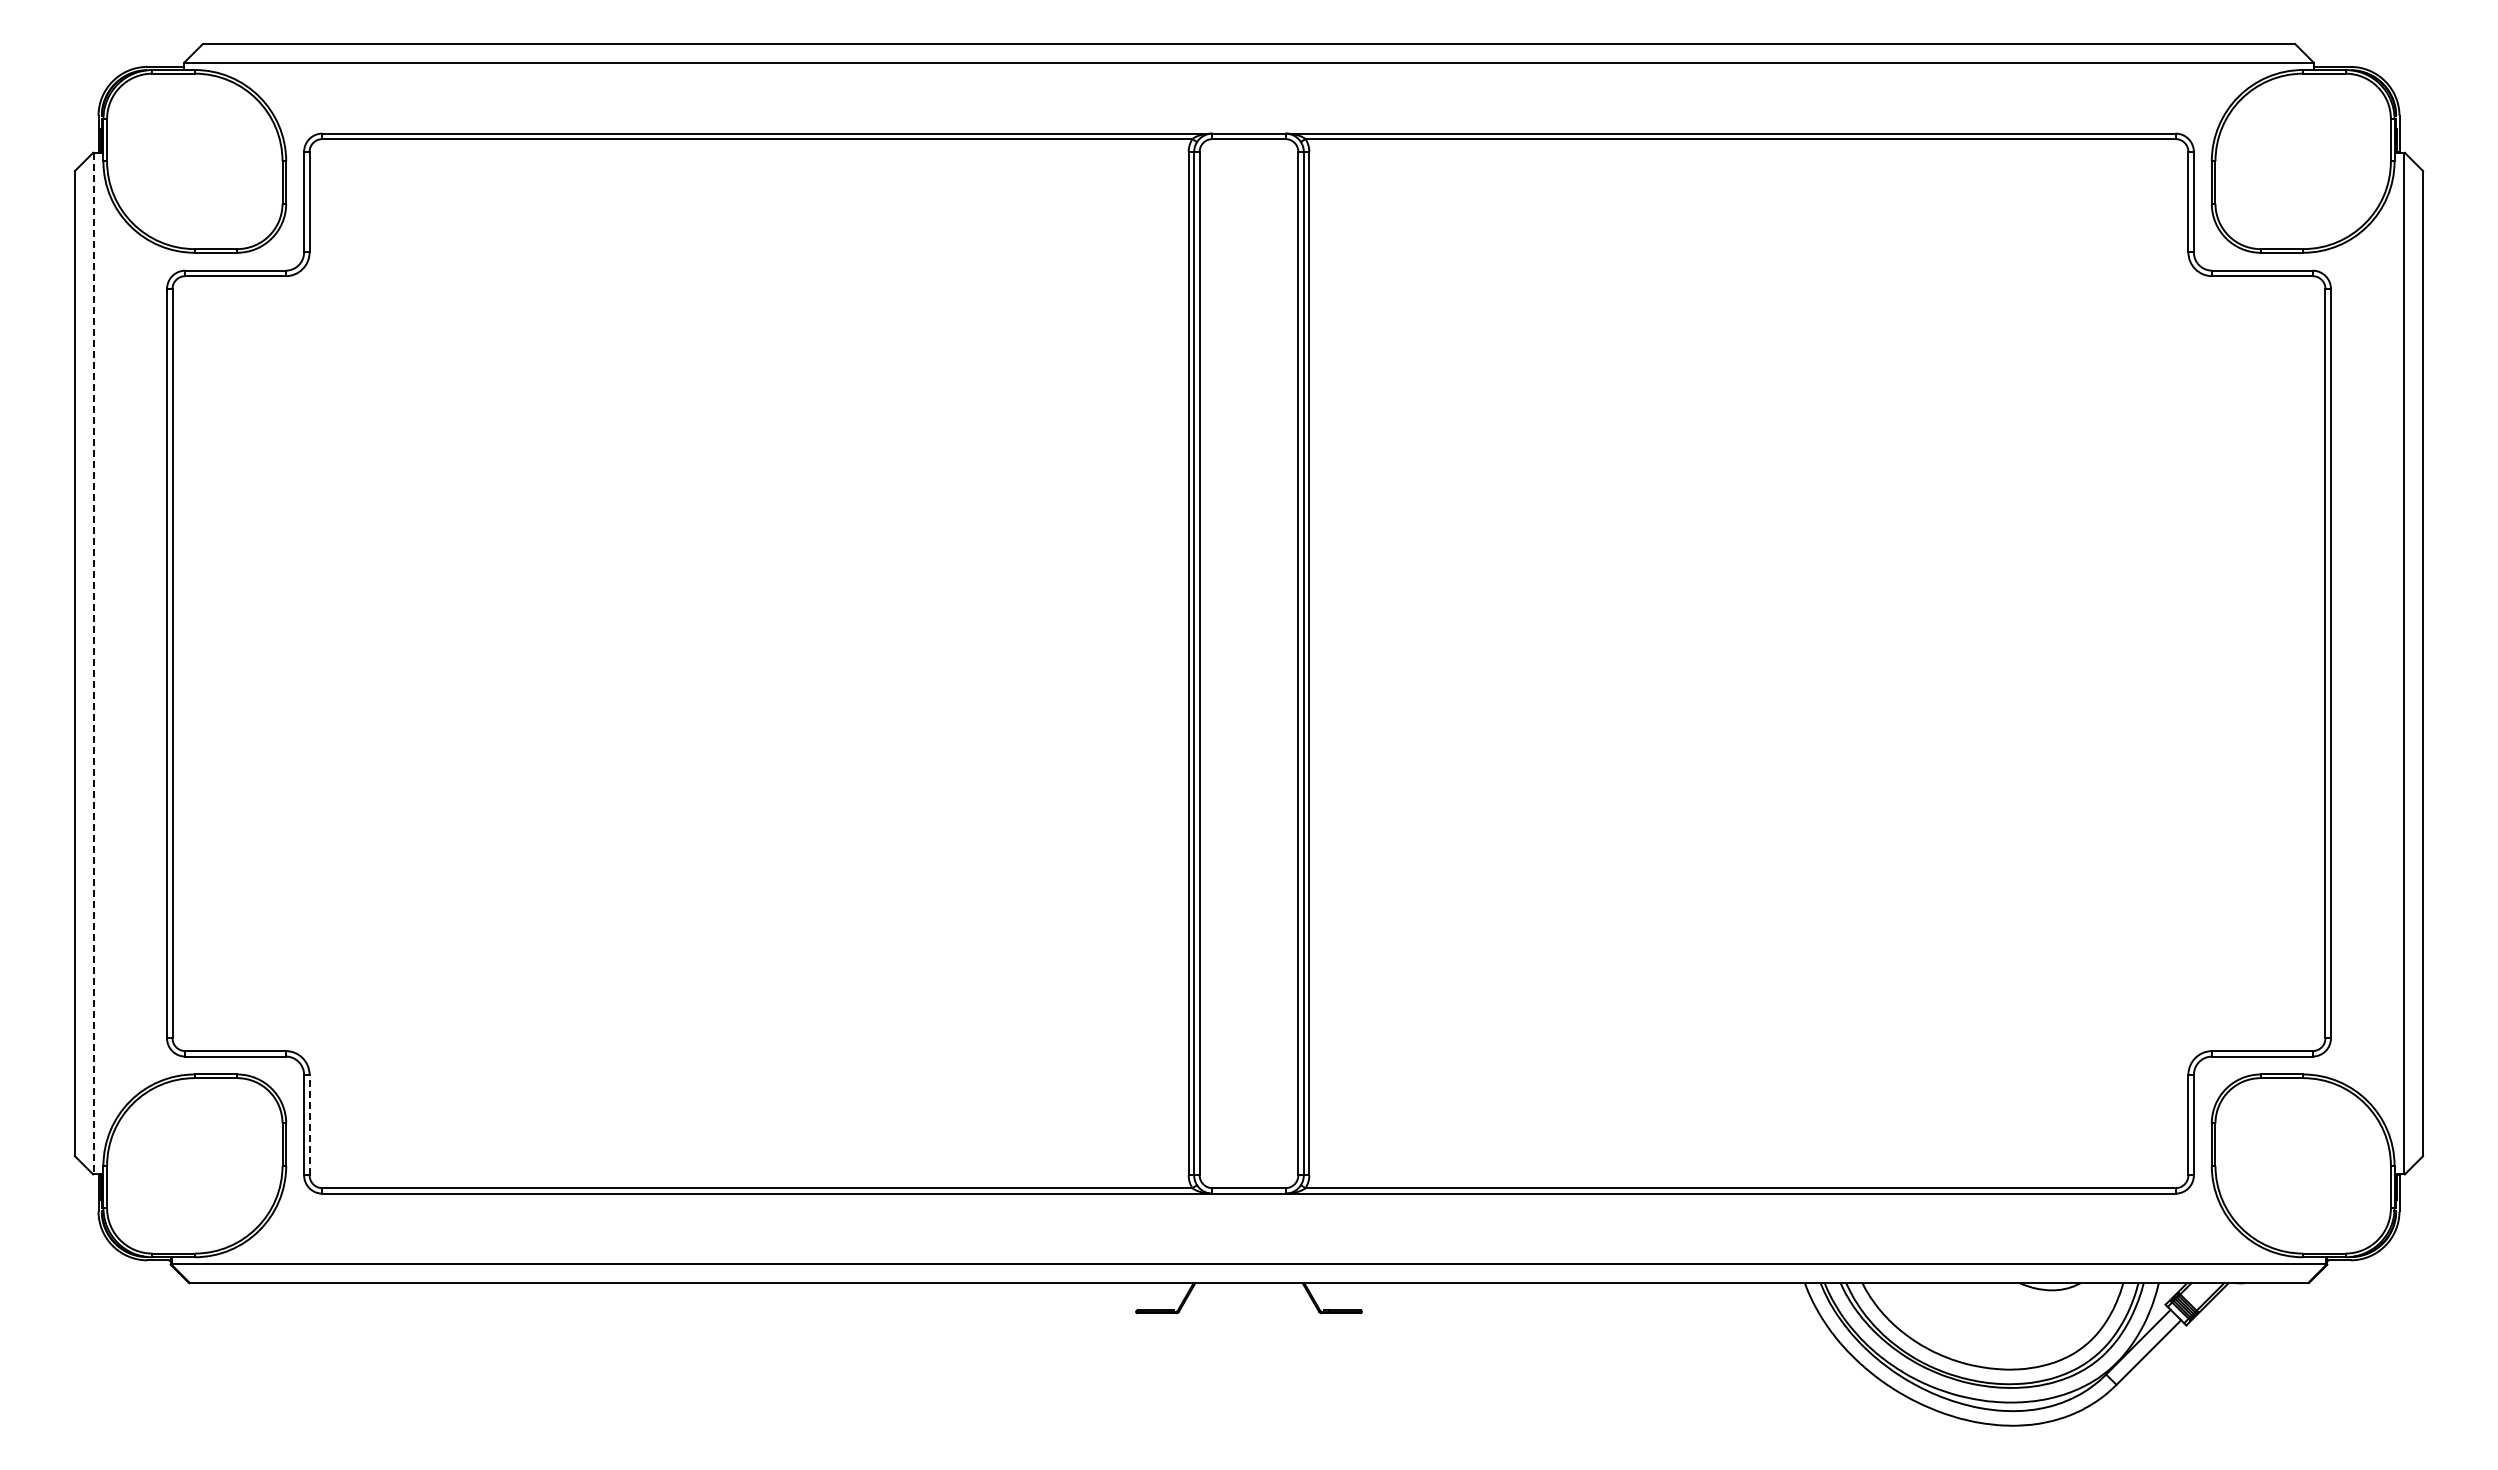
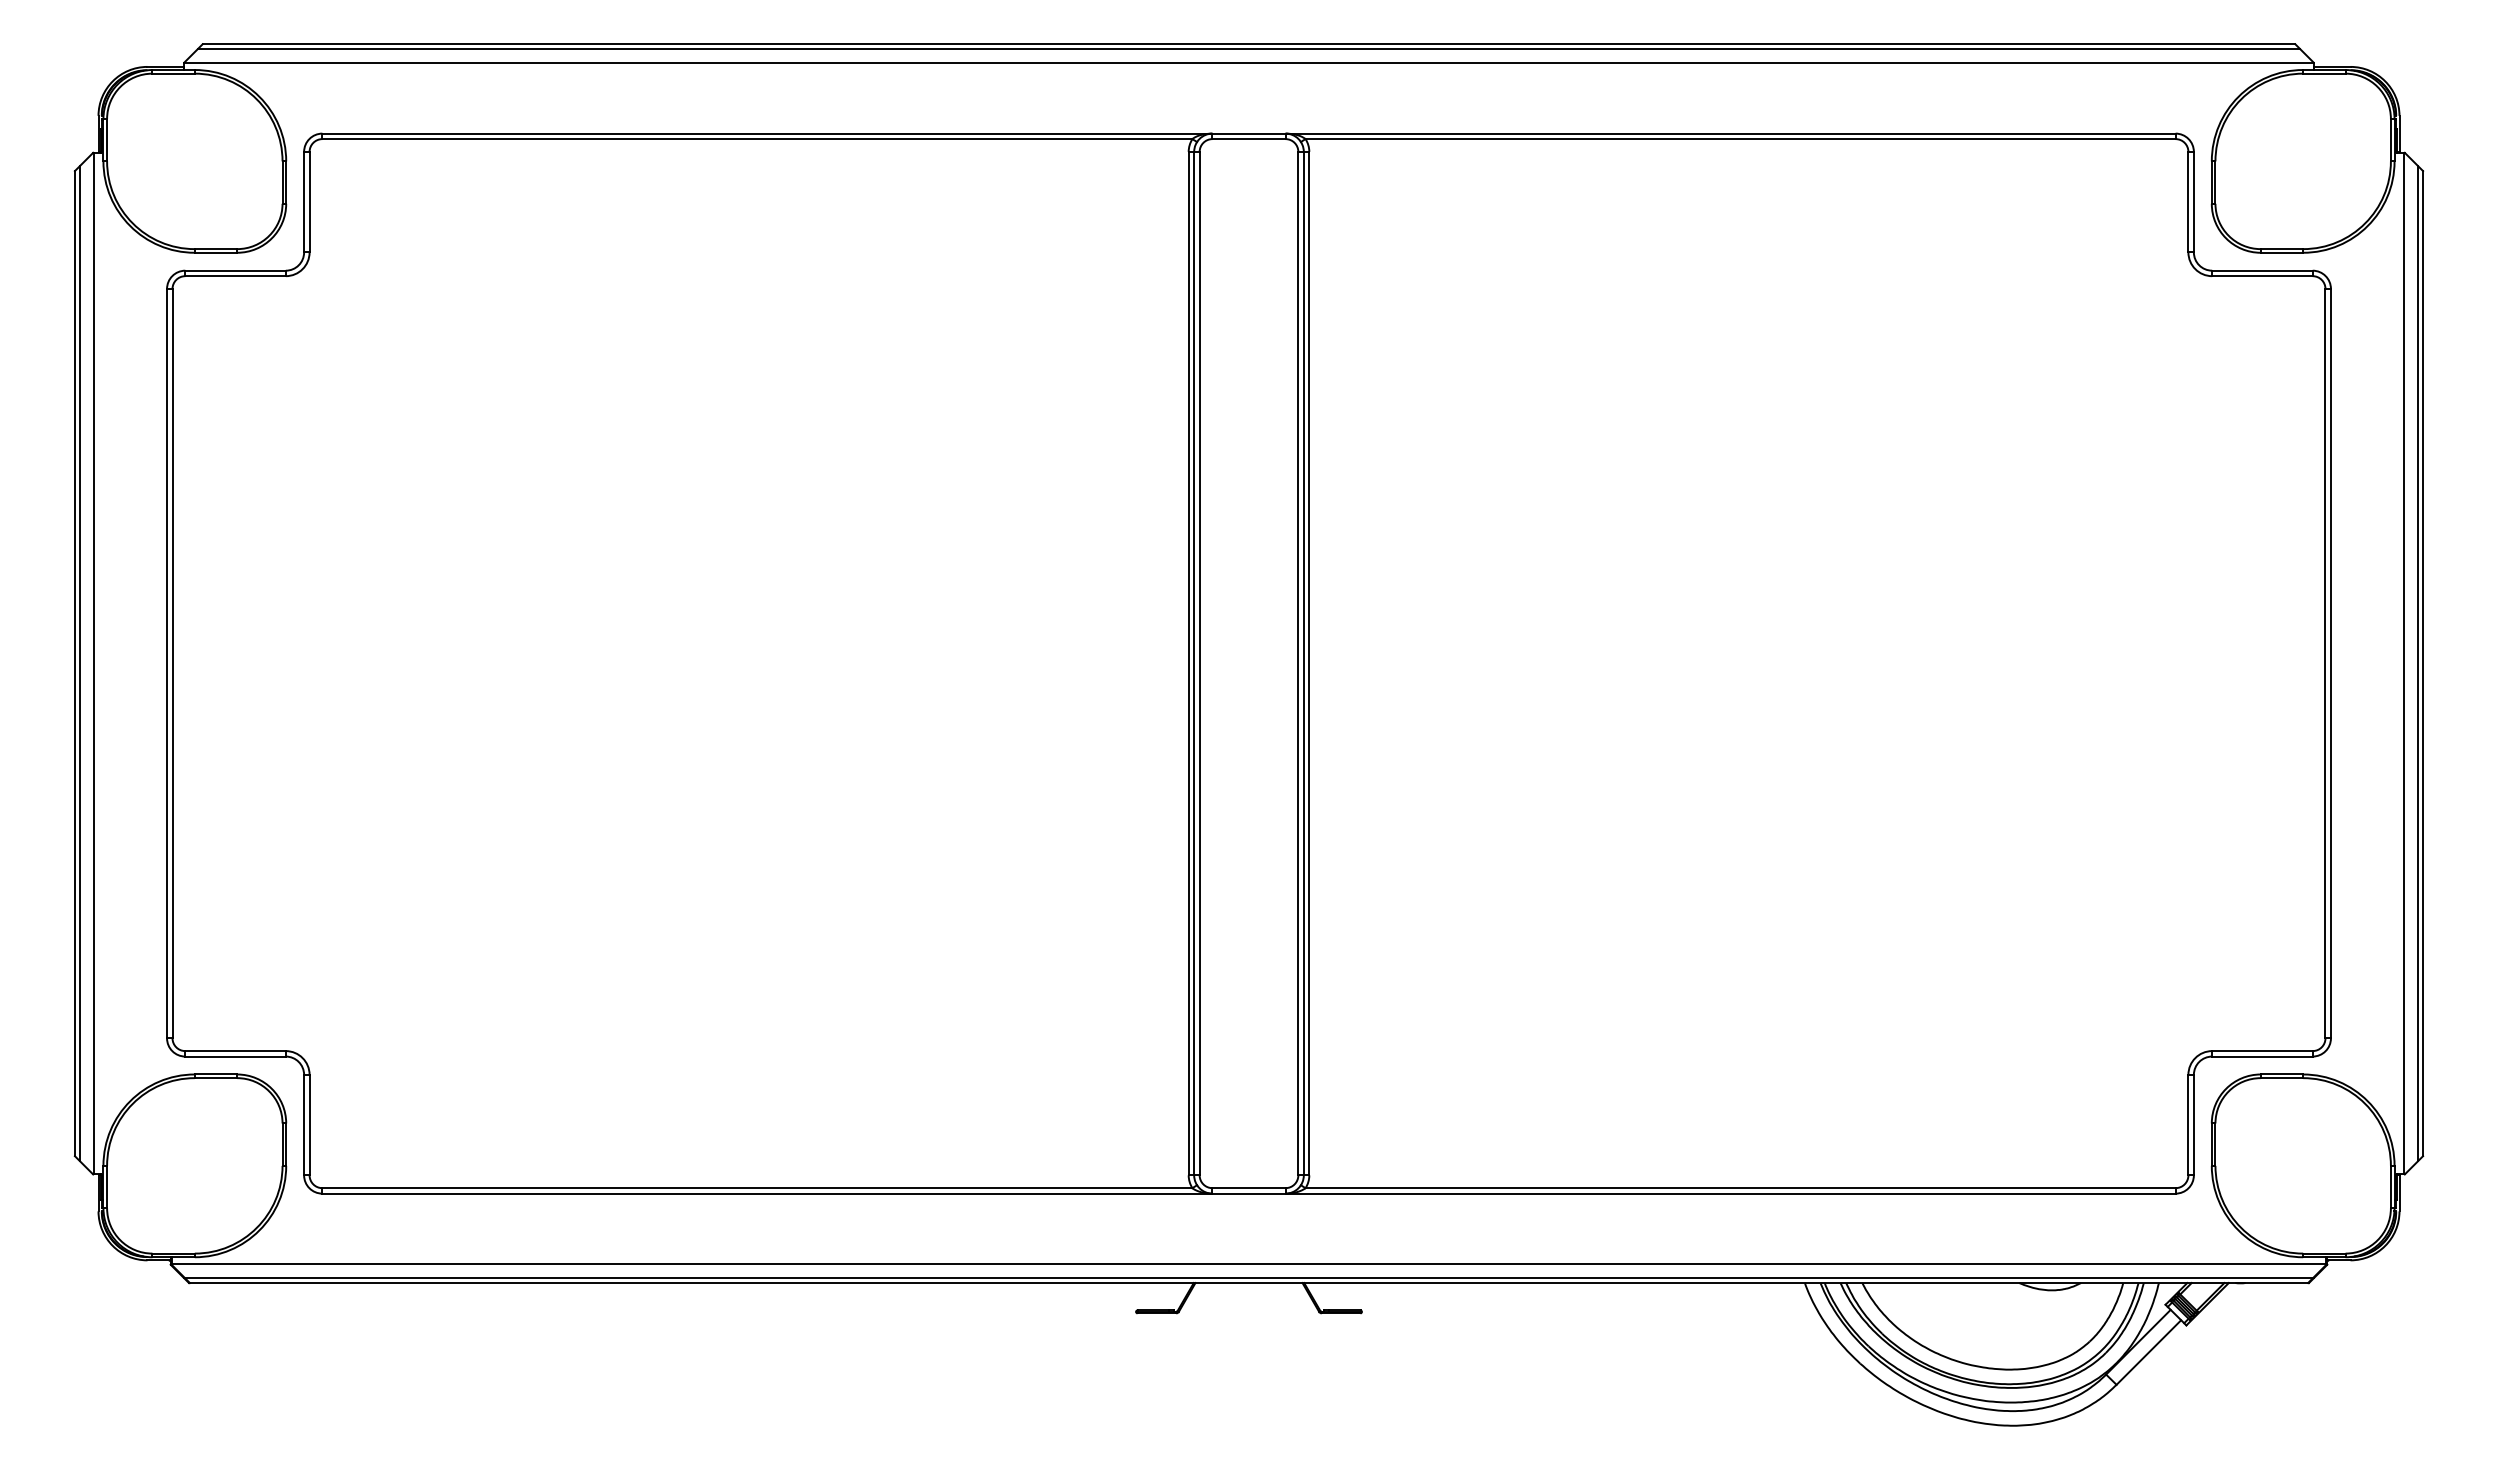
line at (1248, 49): none -> present
line at (79, 663): none -> present
line at (93, 663): dashed -> solid
line at (2418, 663): none -> present
line at (309, 1124): dashed -> solid
line at (1248, 1278): none -> present
